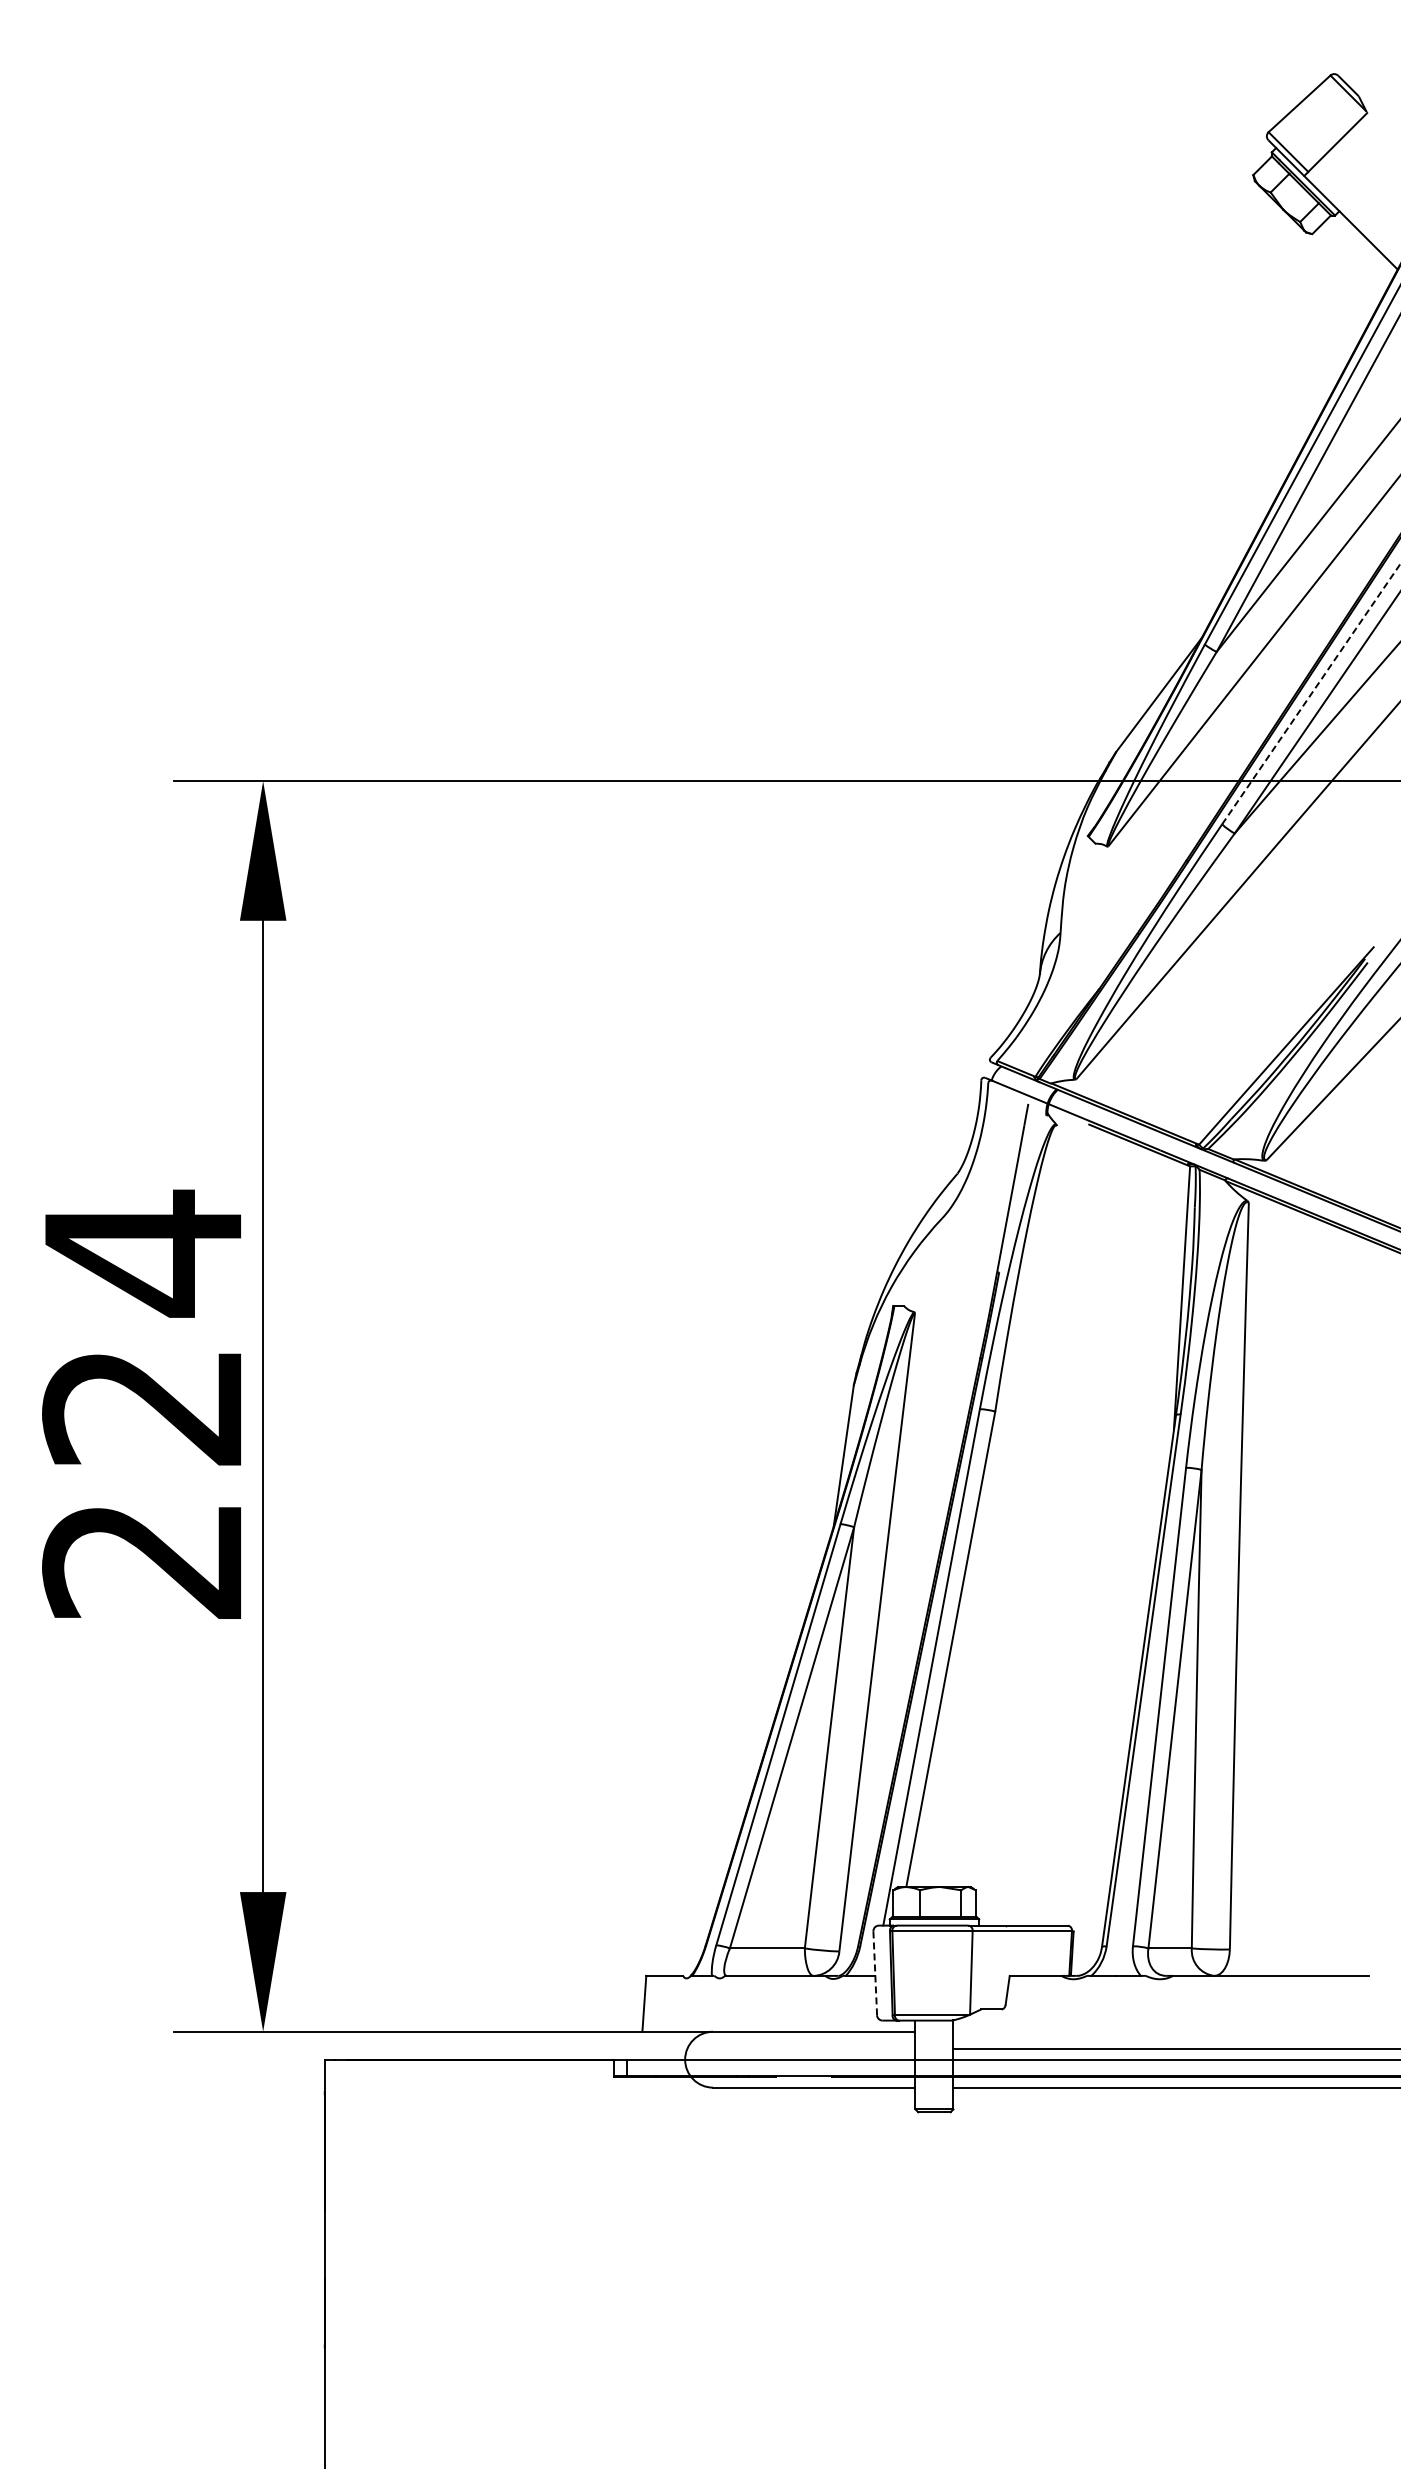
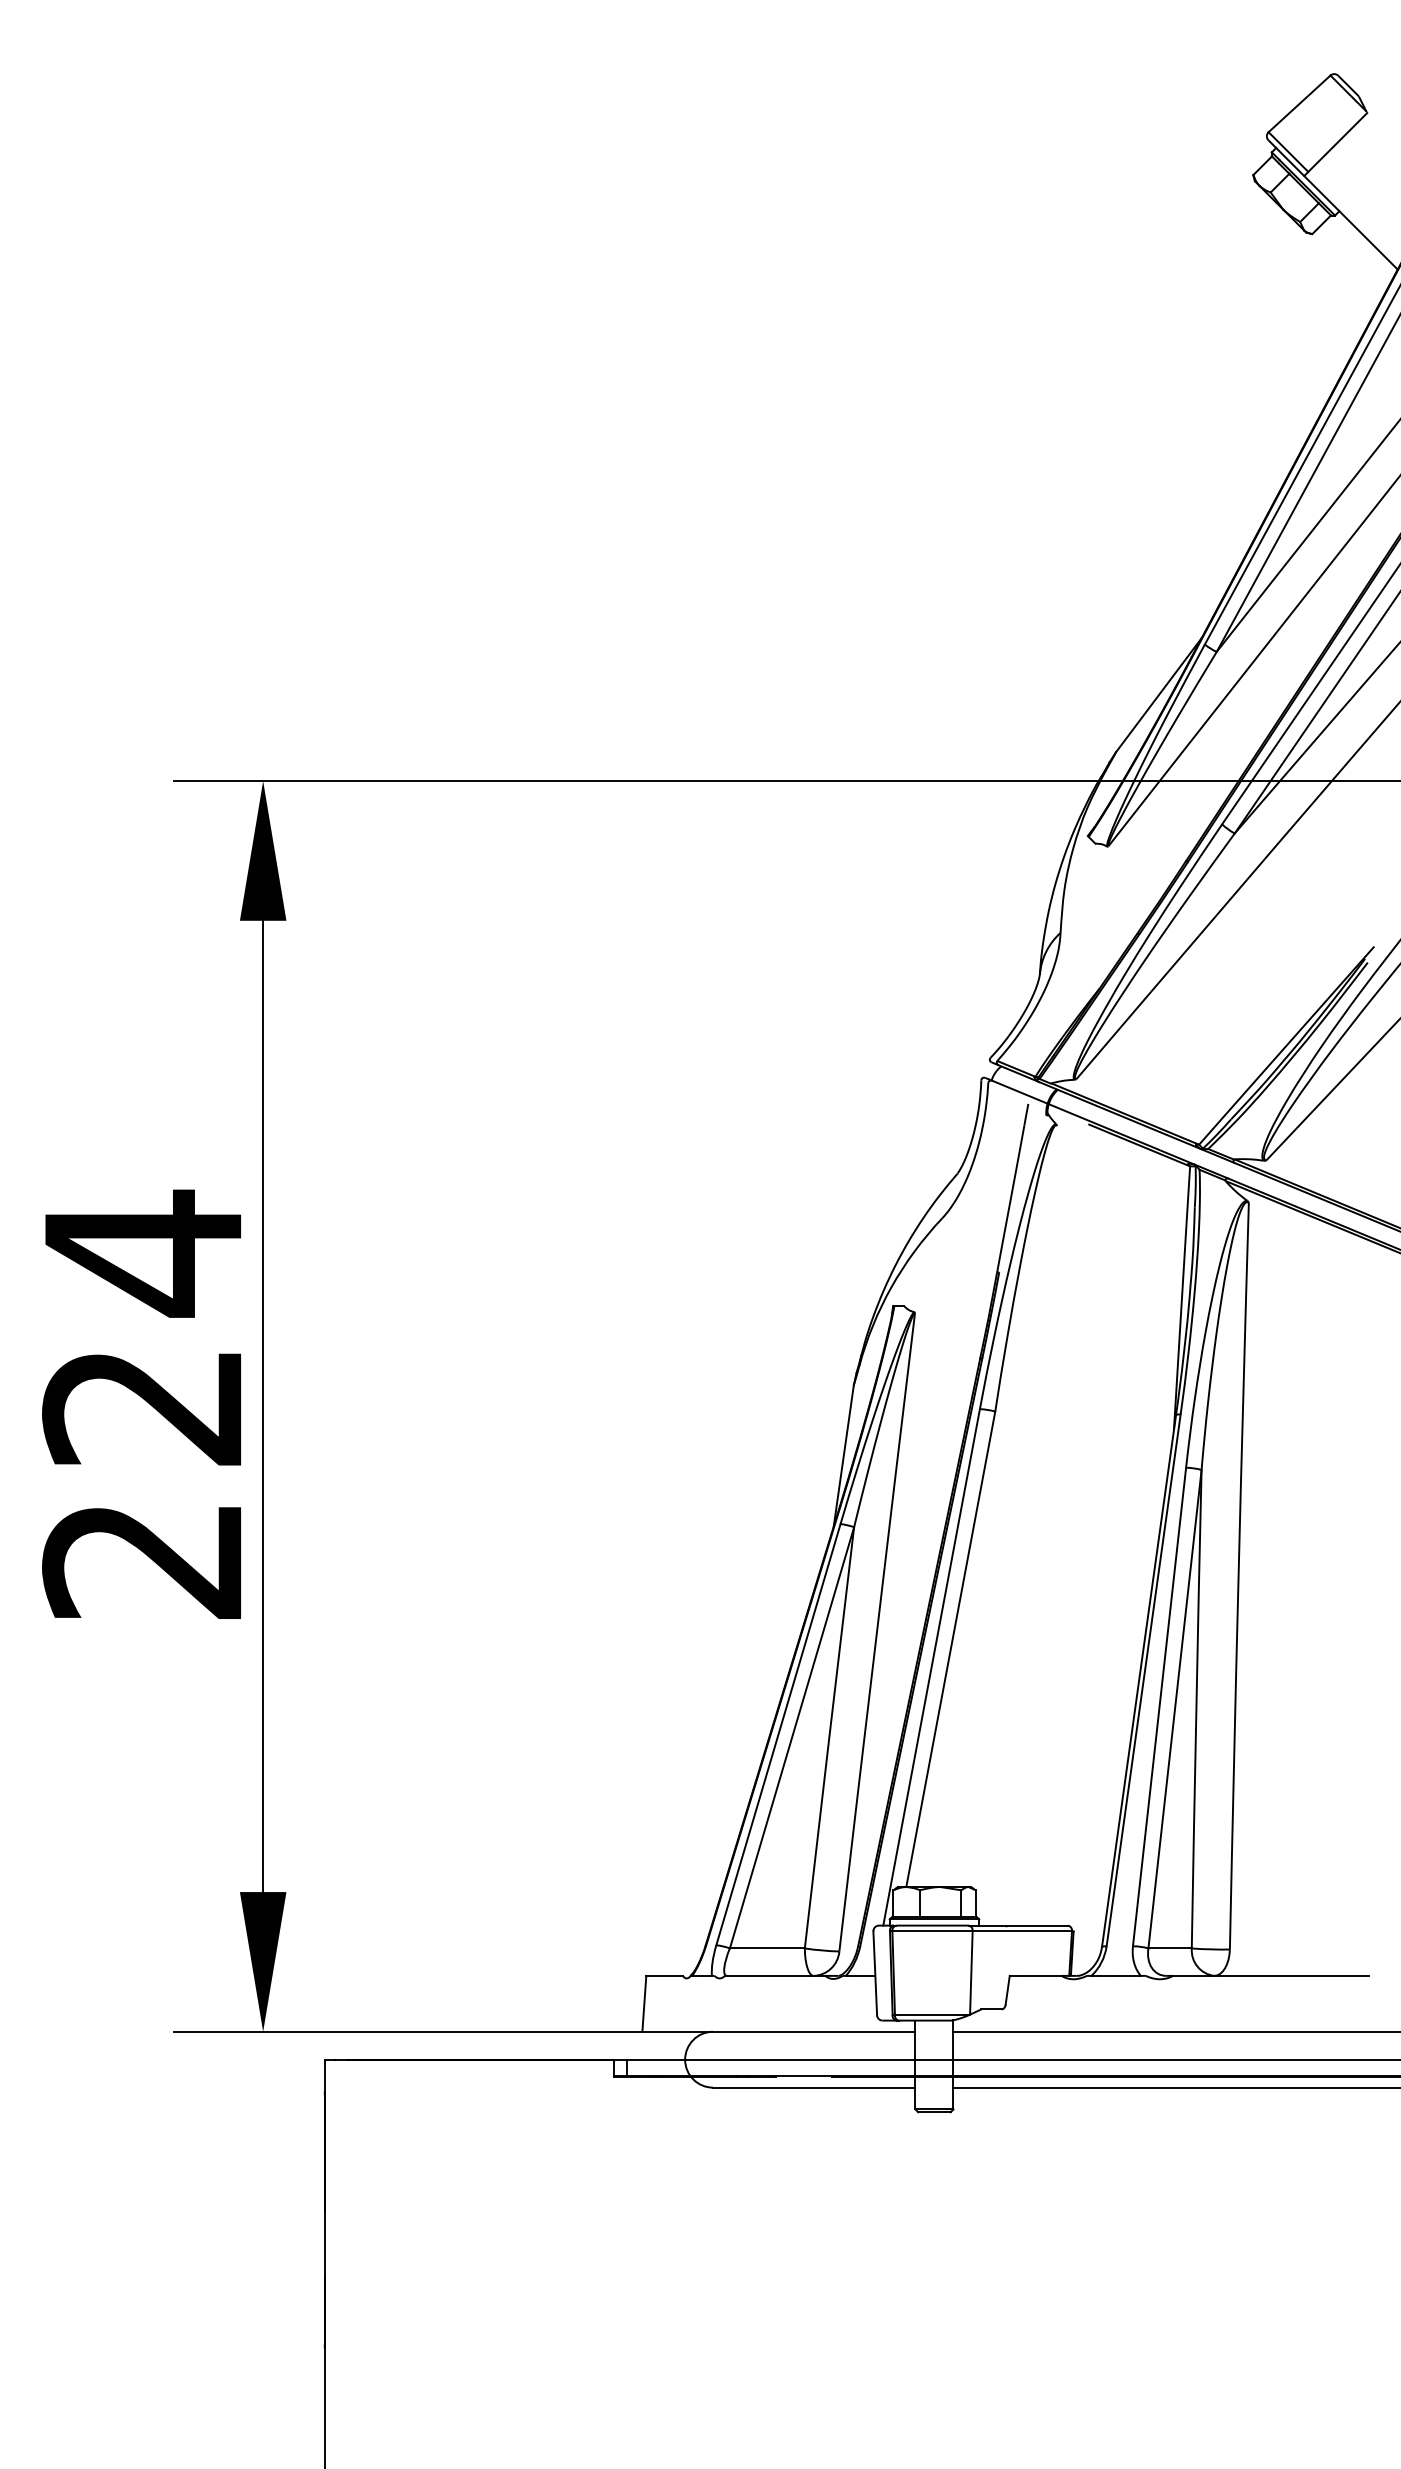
line at (1311, 693): dashed -> solid
line at (875, 1973): dashed -> solid
line at (1175, 2048) position: (1175, 2048) -> (1175, 2031)
